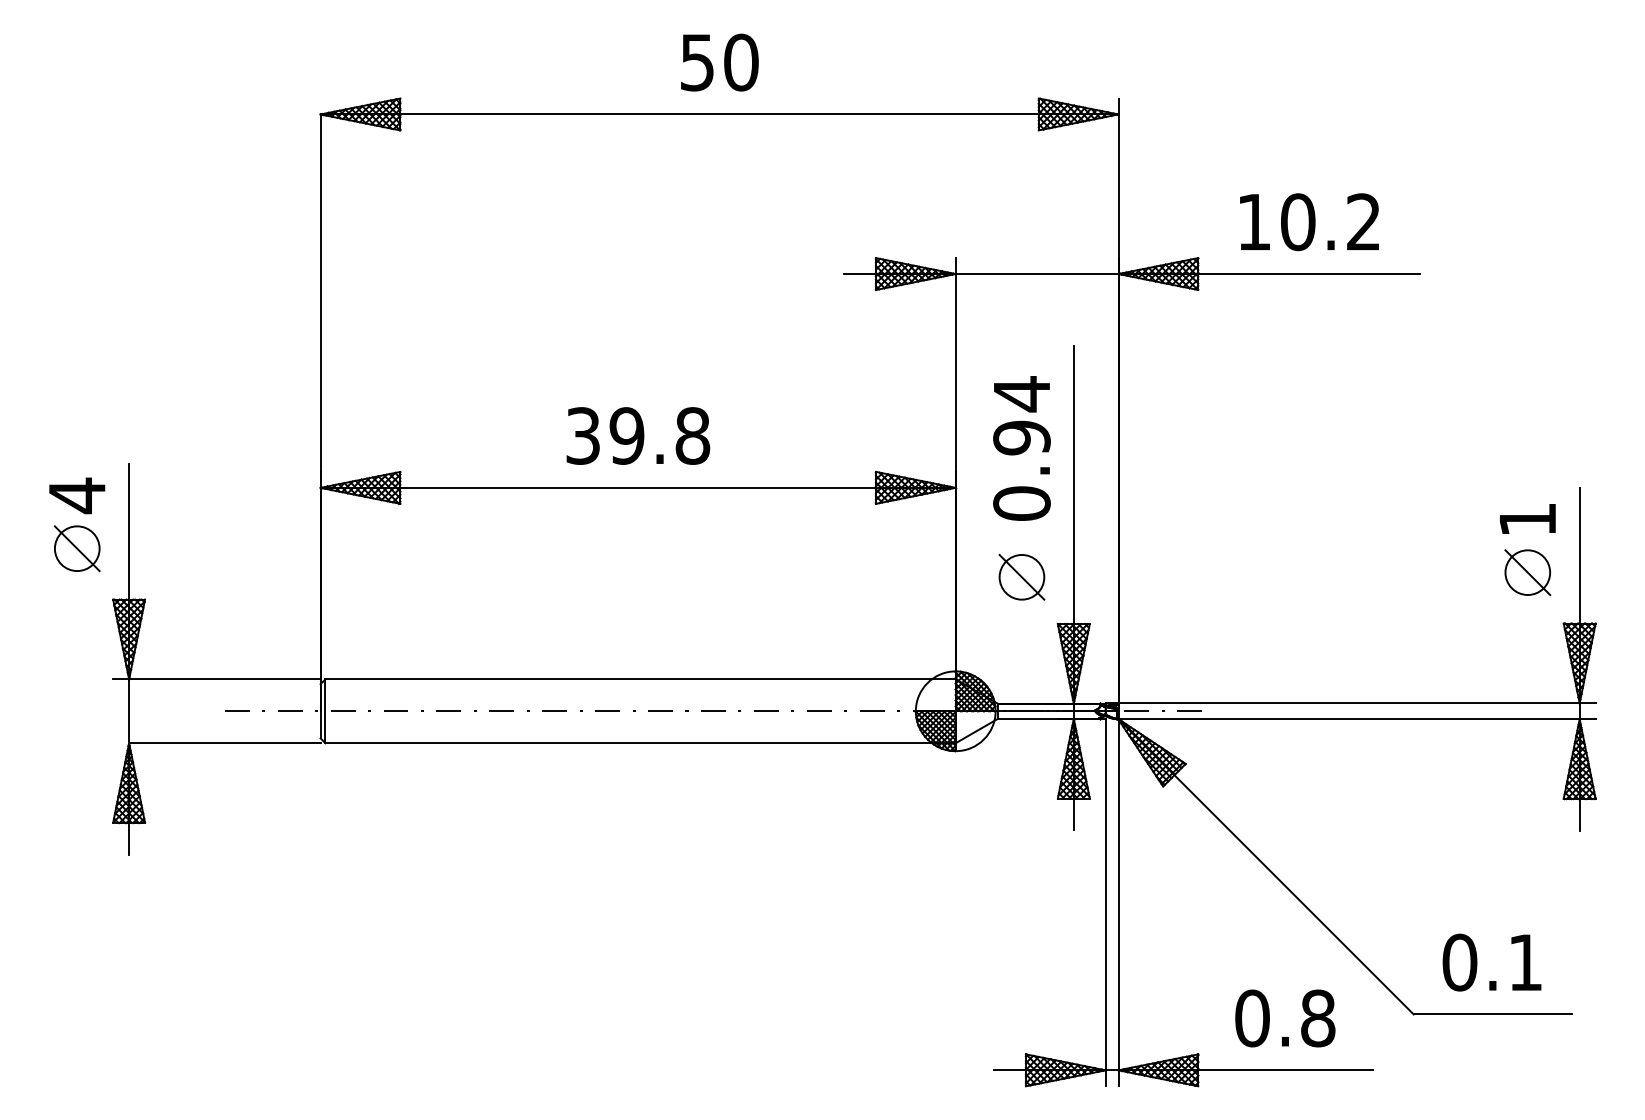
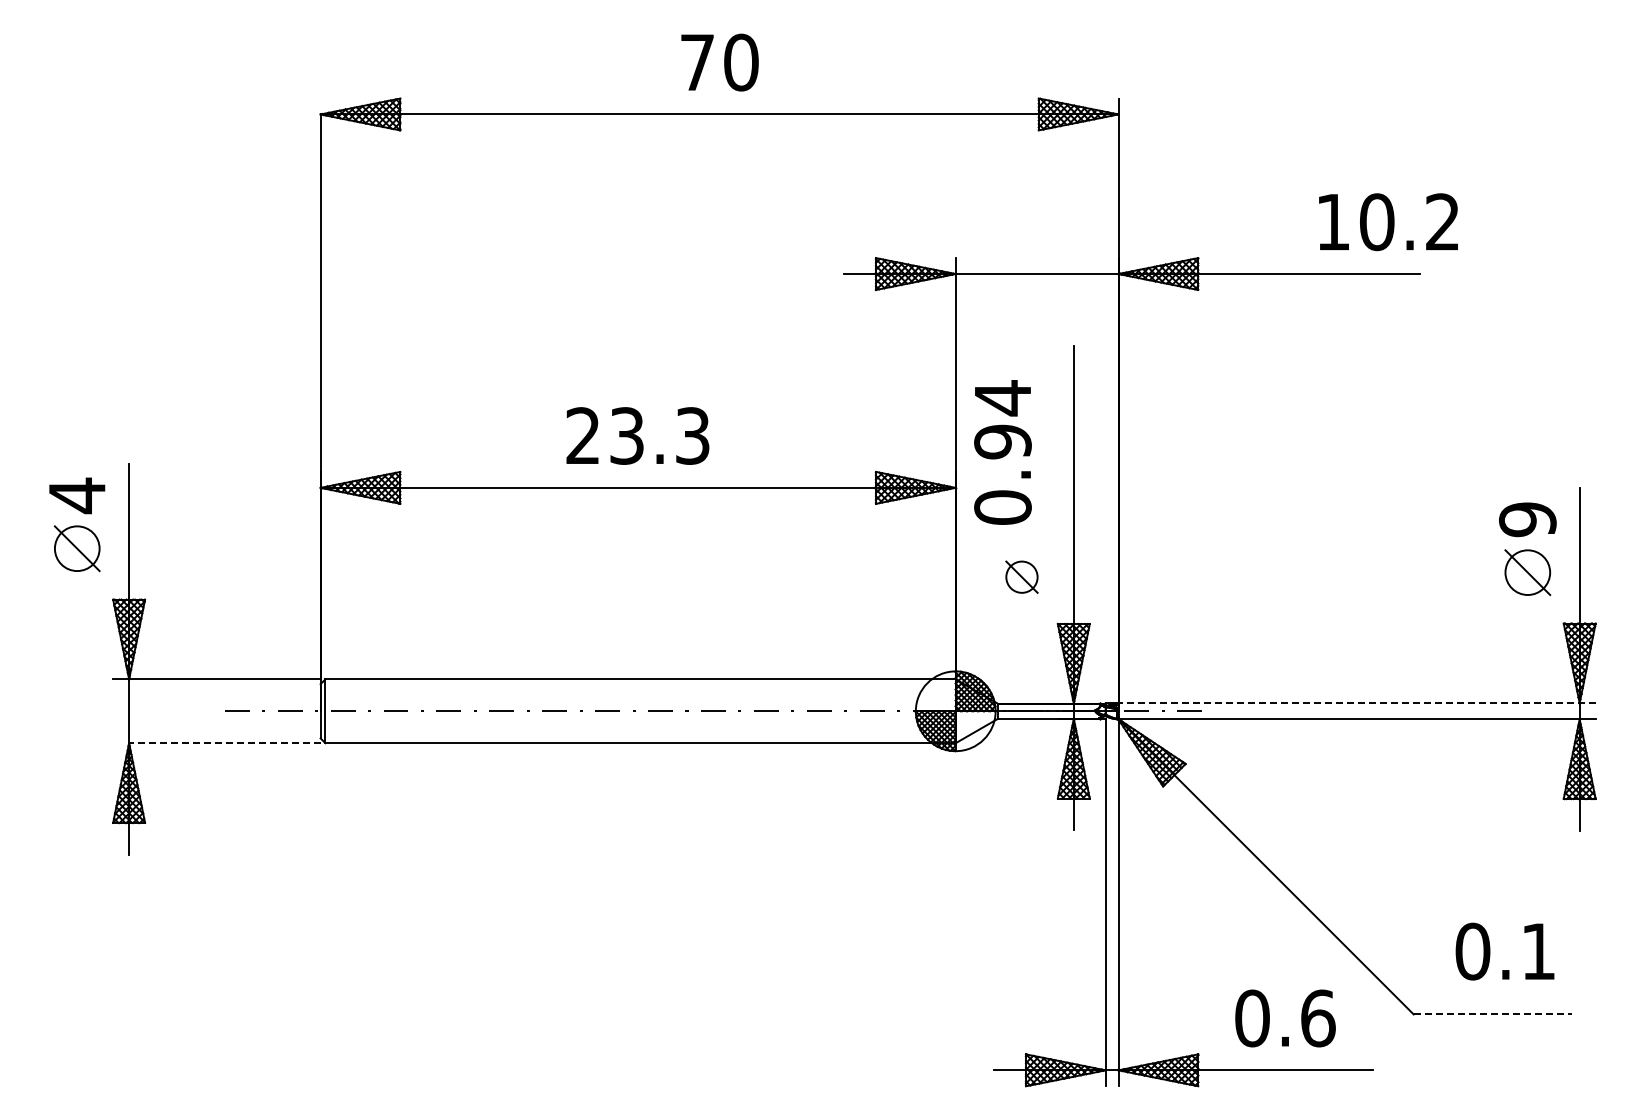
text at (697, 62): 50 -> 70
text at (1309, 222) position: (1309, 222) -> (1388, 222)
text at (638, 435): 39.8 -> 23.3
text at (1021, 448) position: (1021, 448) -> (1002, 452)
text at (1527, 519): 1 -> 9
part at (1021, 576) size: 48x48 px -> 34x34 px
line at (1355, 703): solid -> dashed
line at (224, 743): solid -> dashed
text at (1491, 962) position: (1491, 962) -> (1504, 951)
line at (1493, 1014): solid -> dashed
text at (1318, 1018): 0.8 -> 0.6
